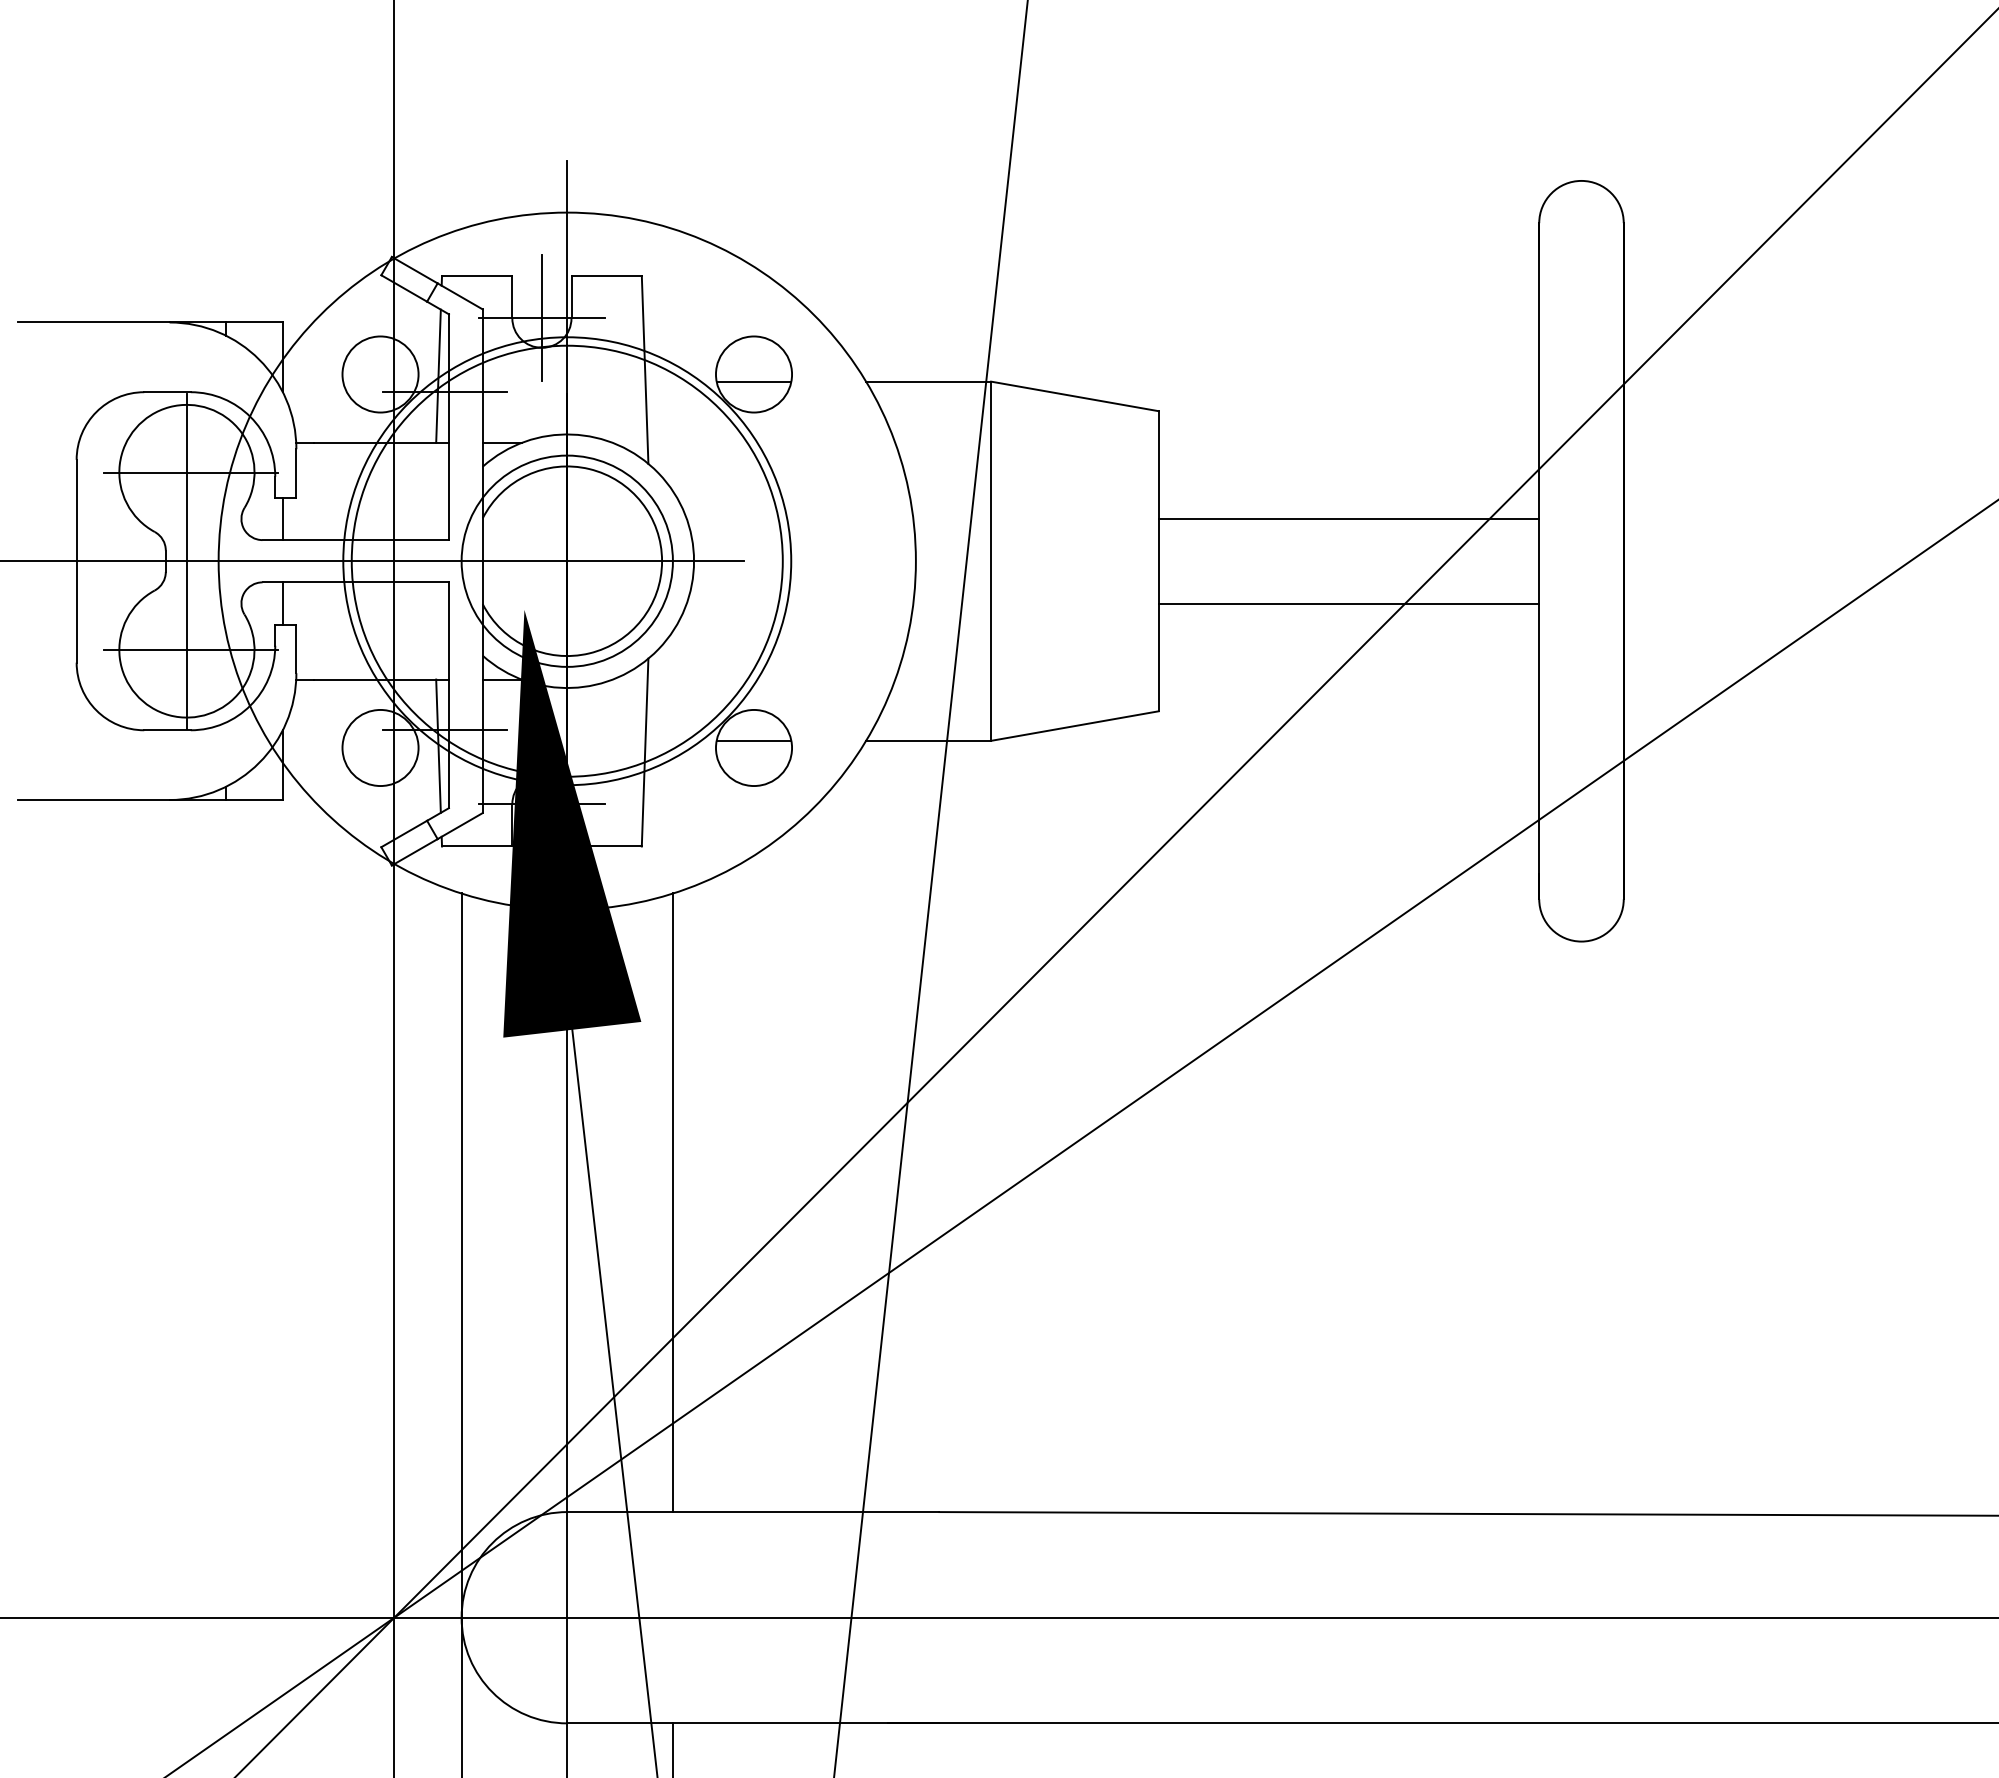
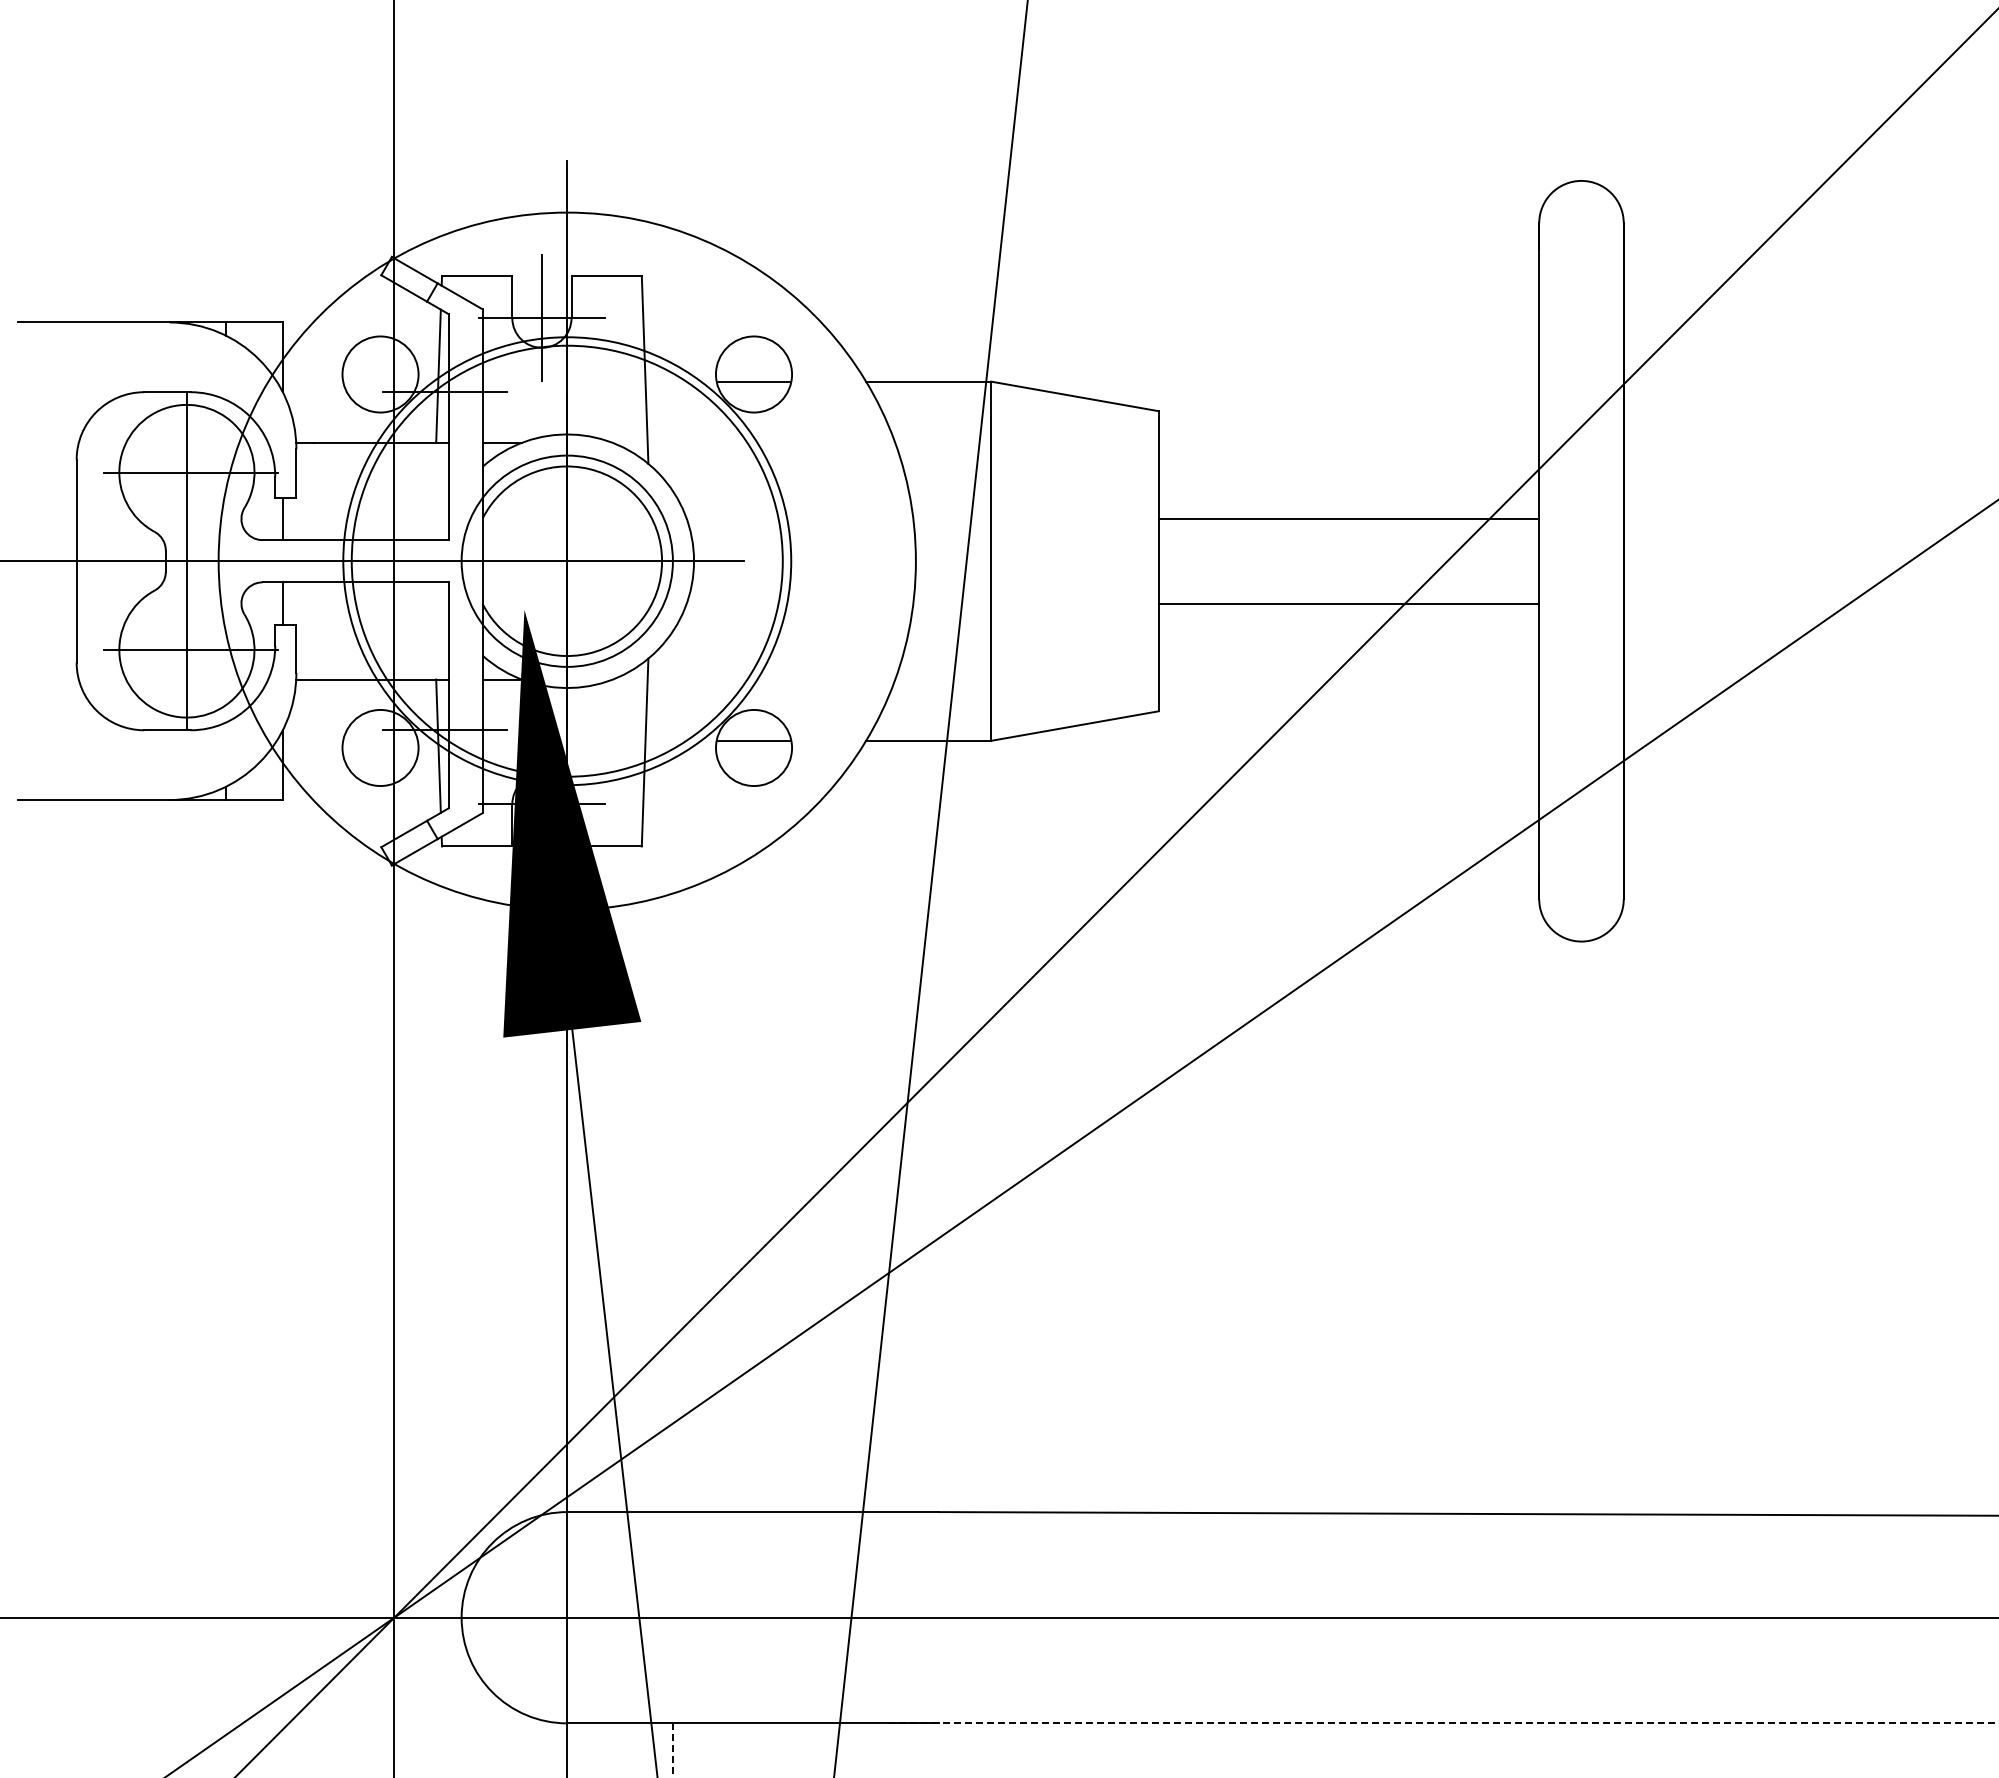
line at (672, 1202): present -> none
line at (461, 1333): present -> none
line at (1442, 1723): solid -> dashed
line at (672, 1750): solid -> dashed
